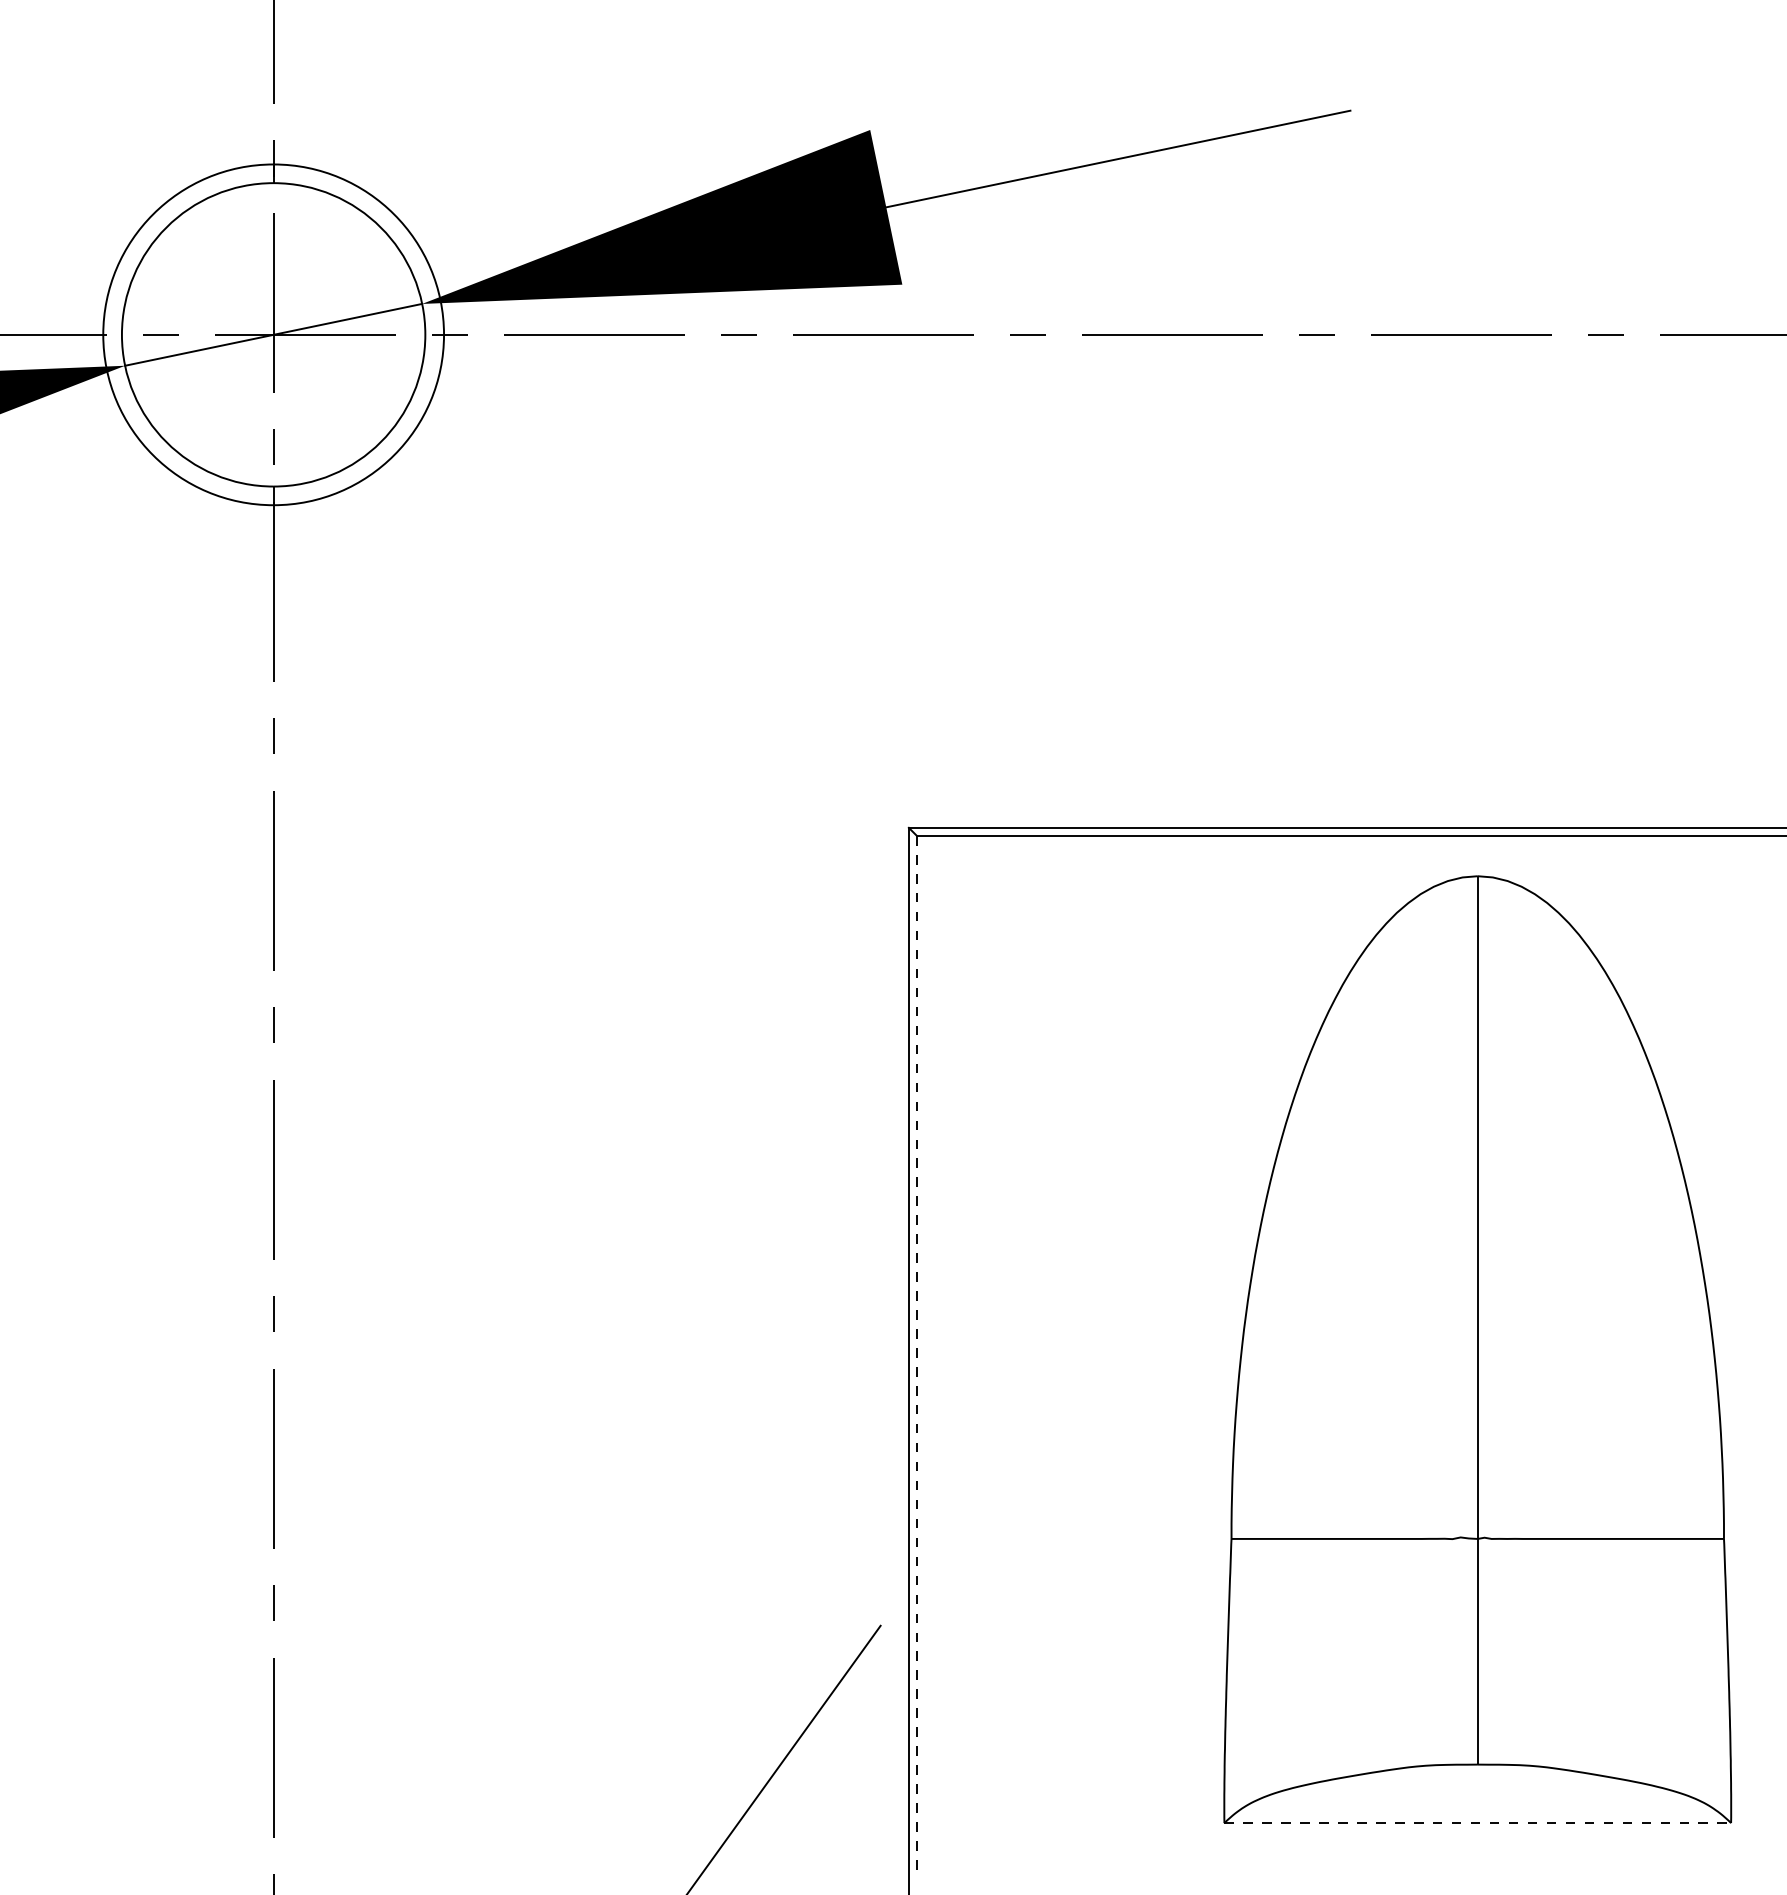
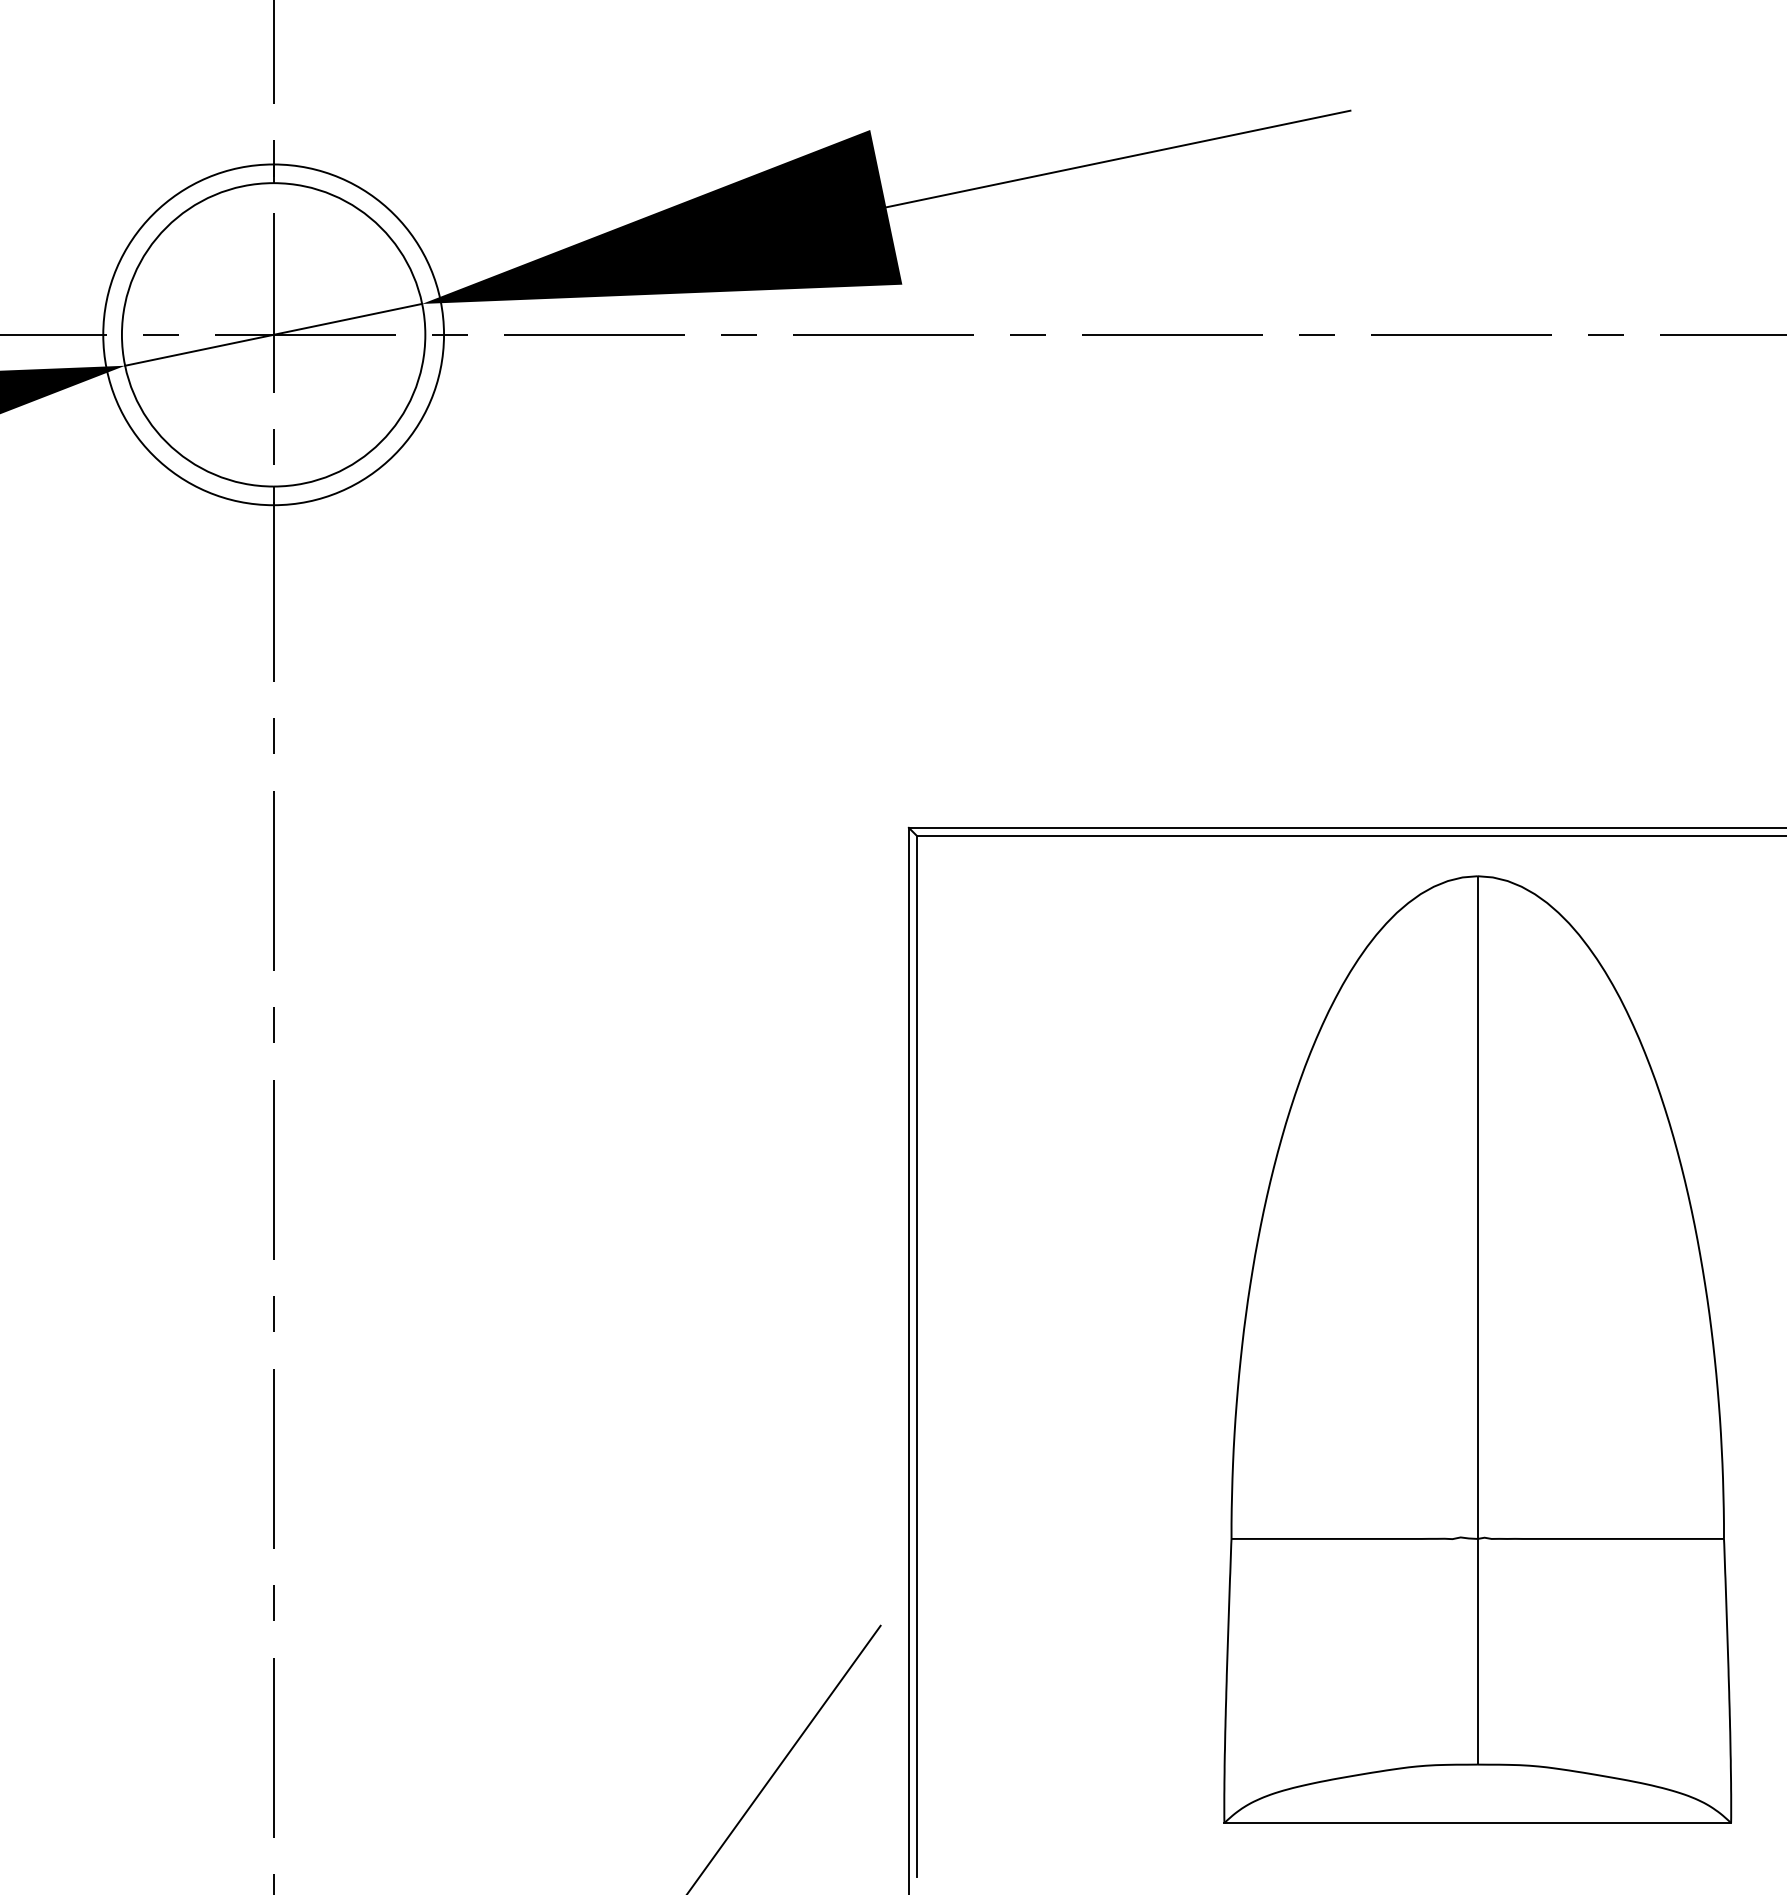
line at (917, 1356): dashed -> solid
line at (1478, 1823): dashed -> solid
